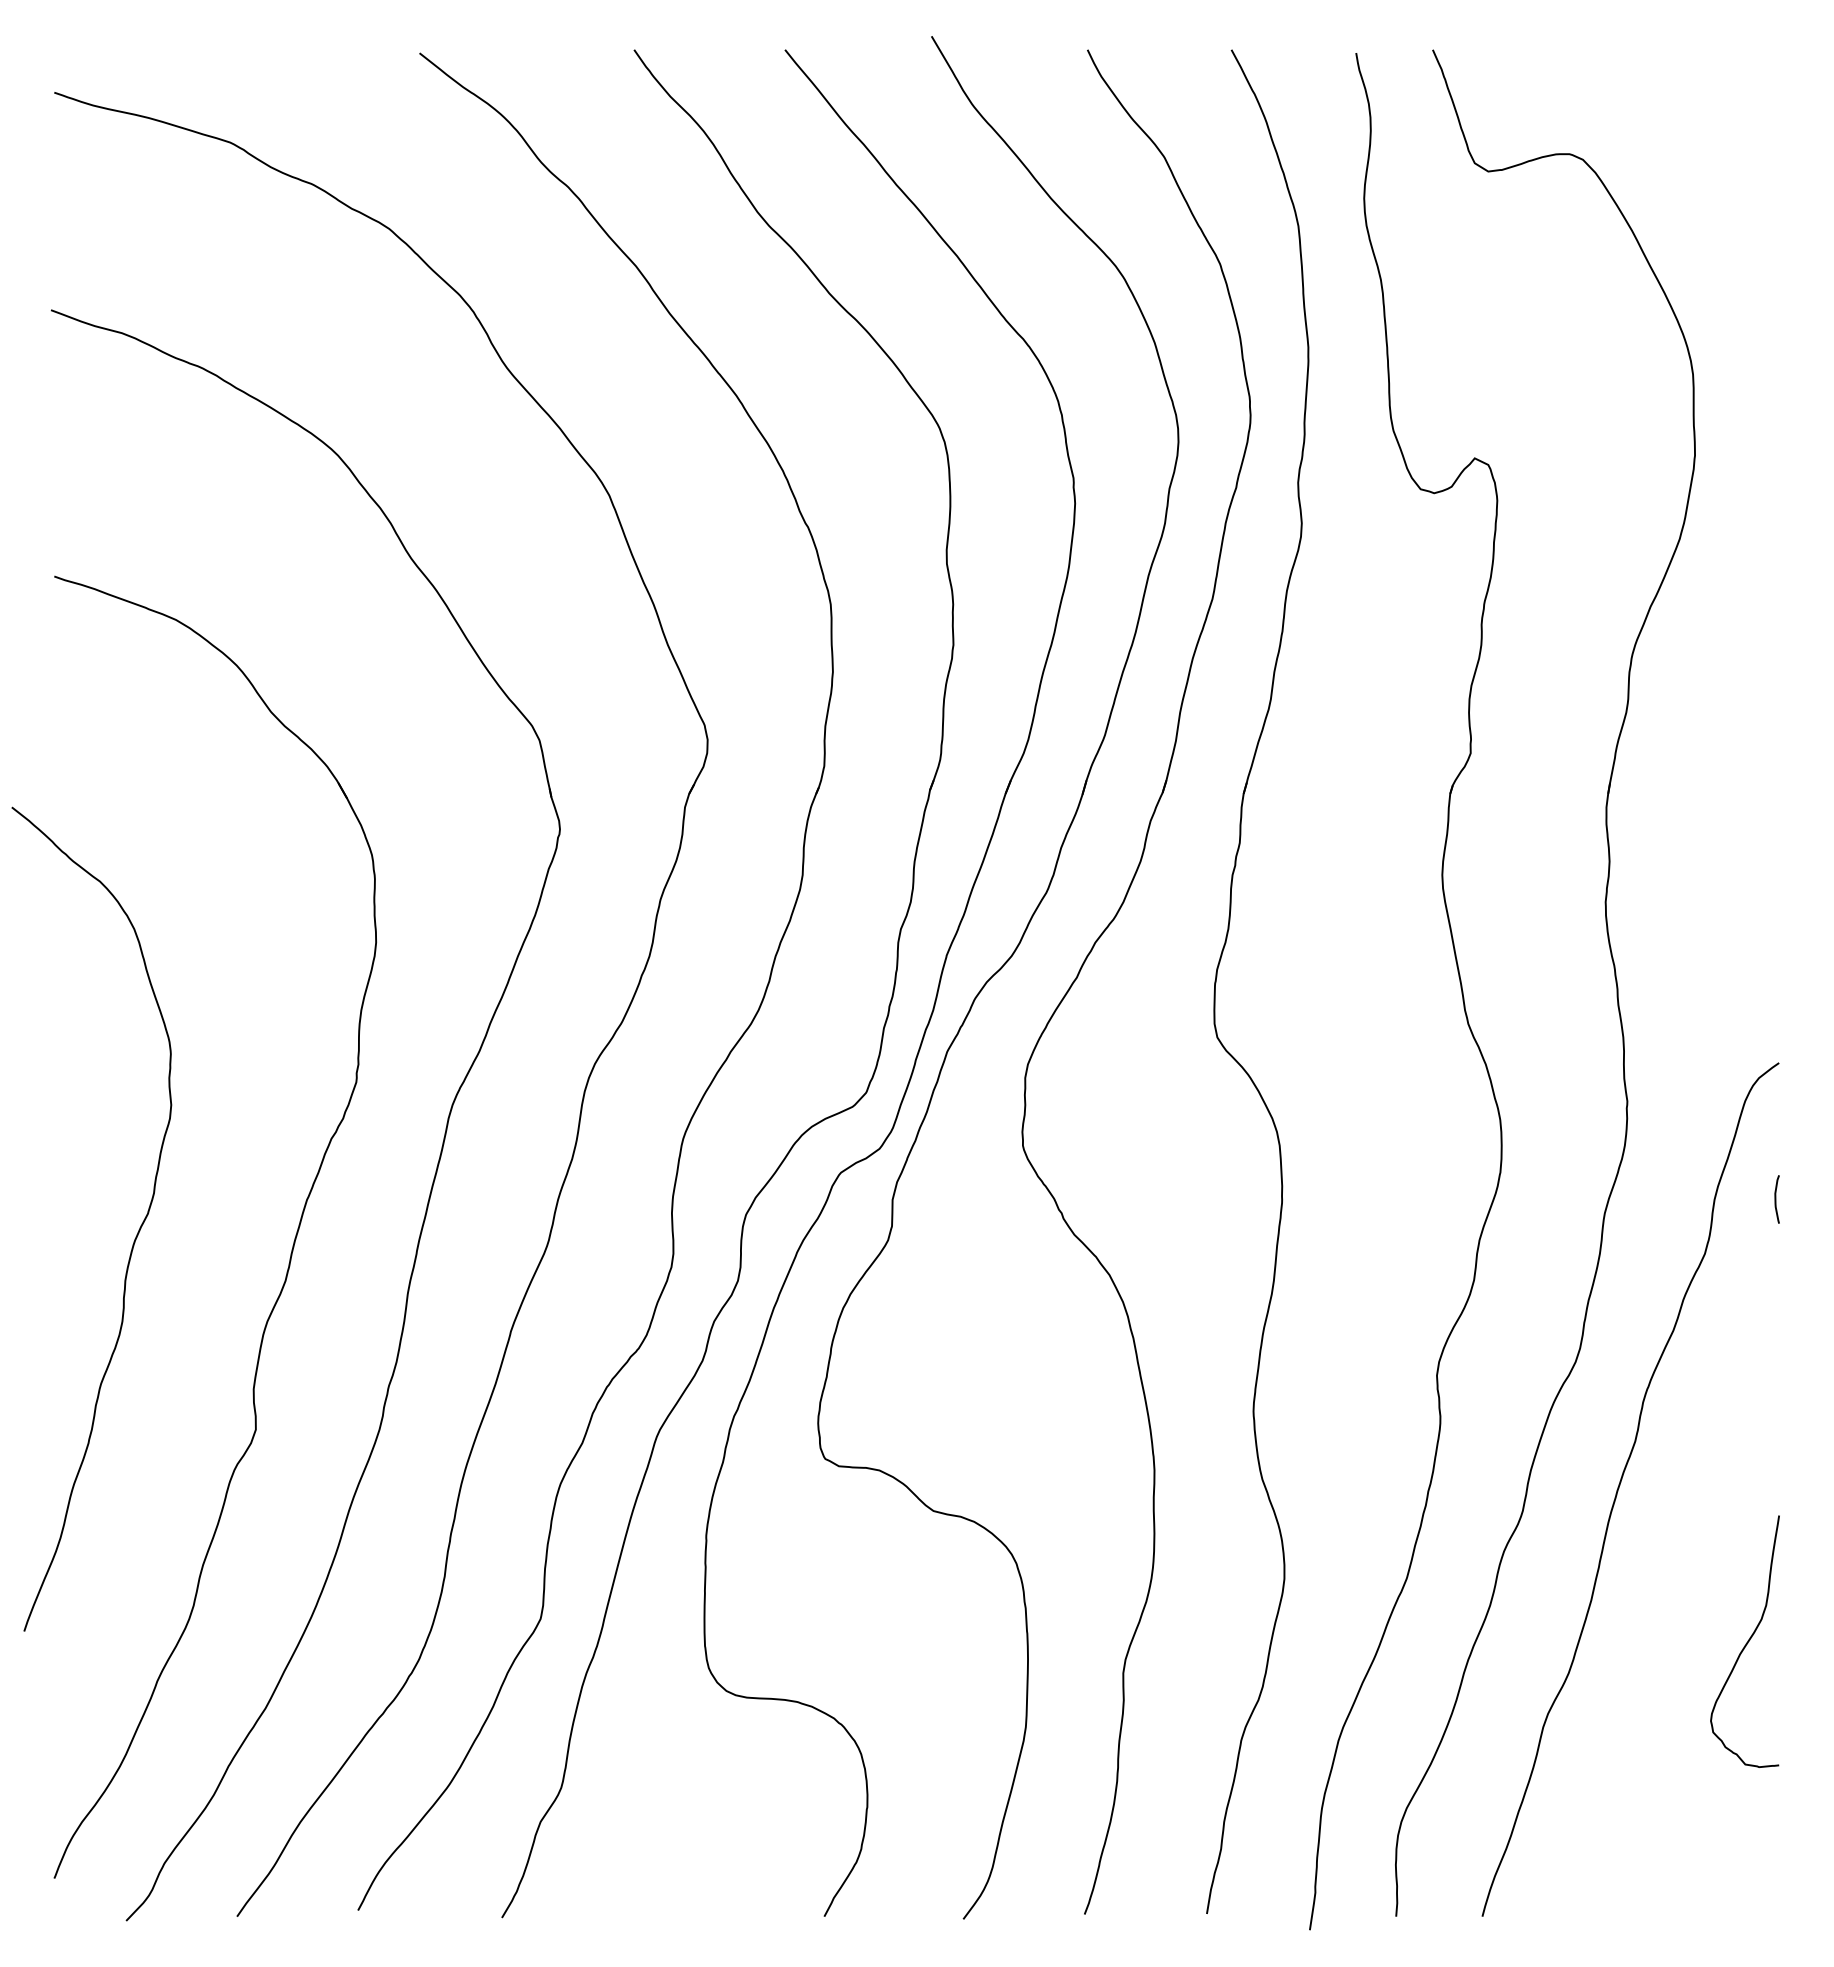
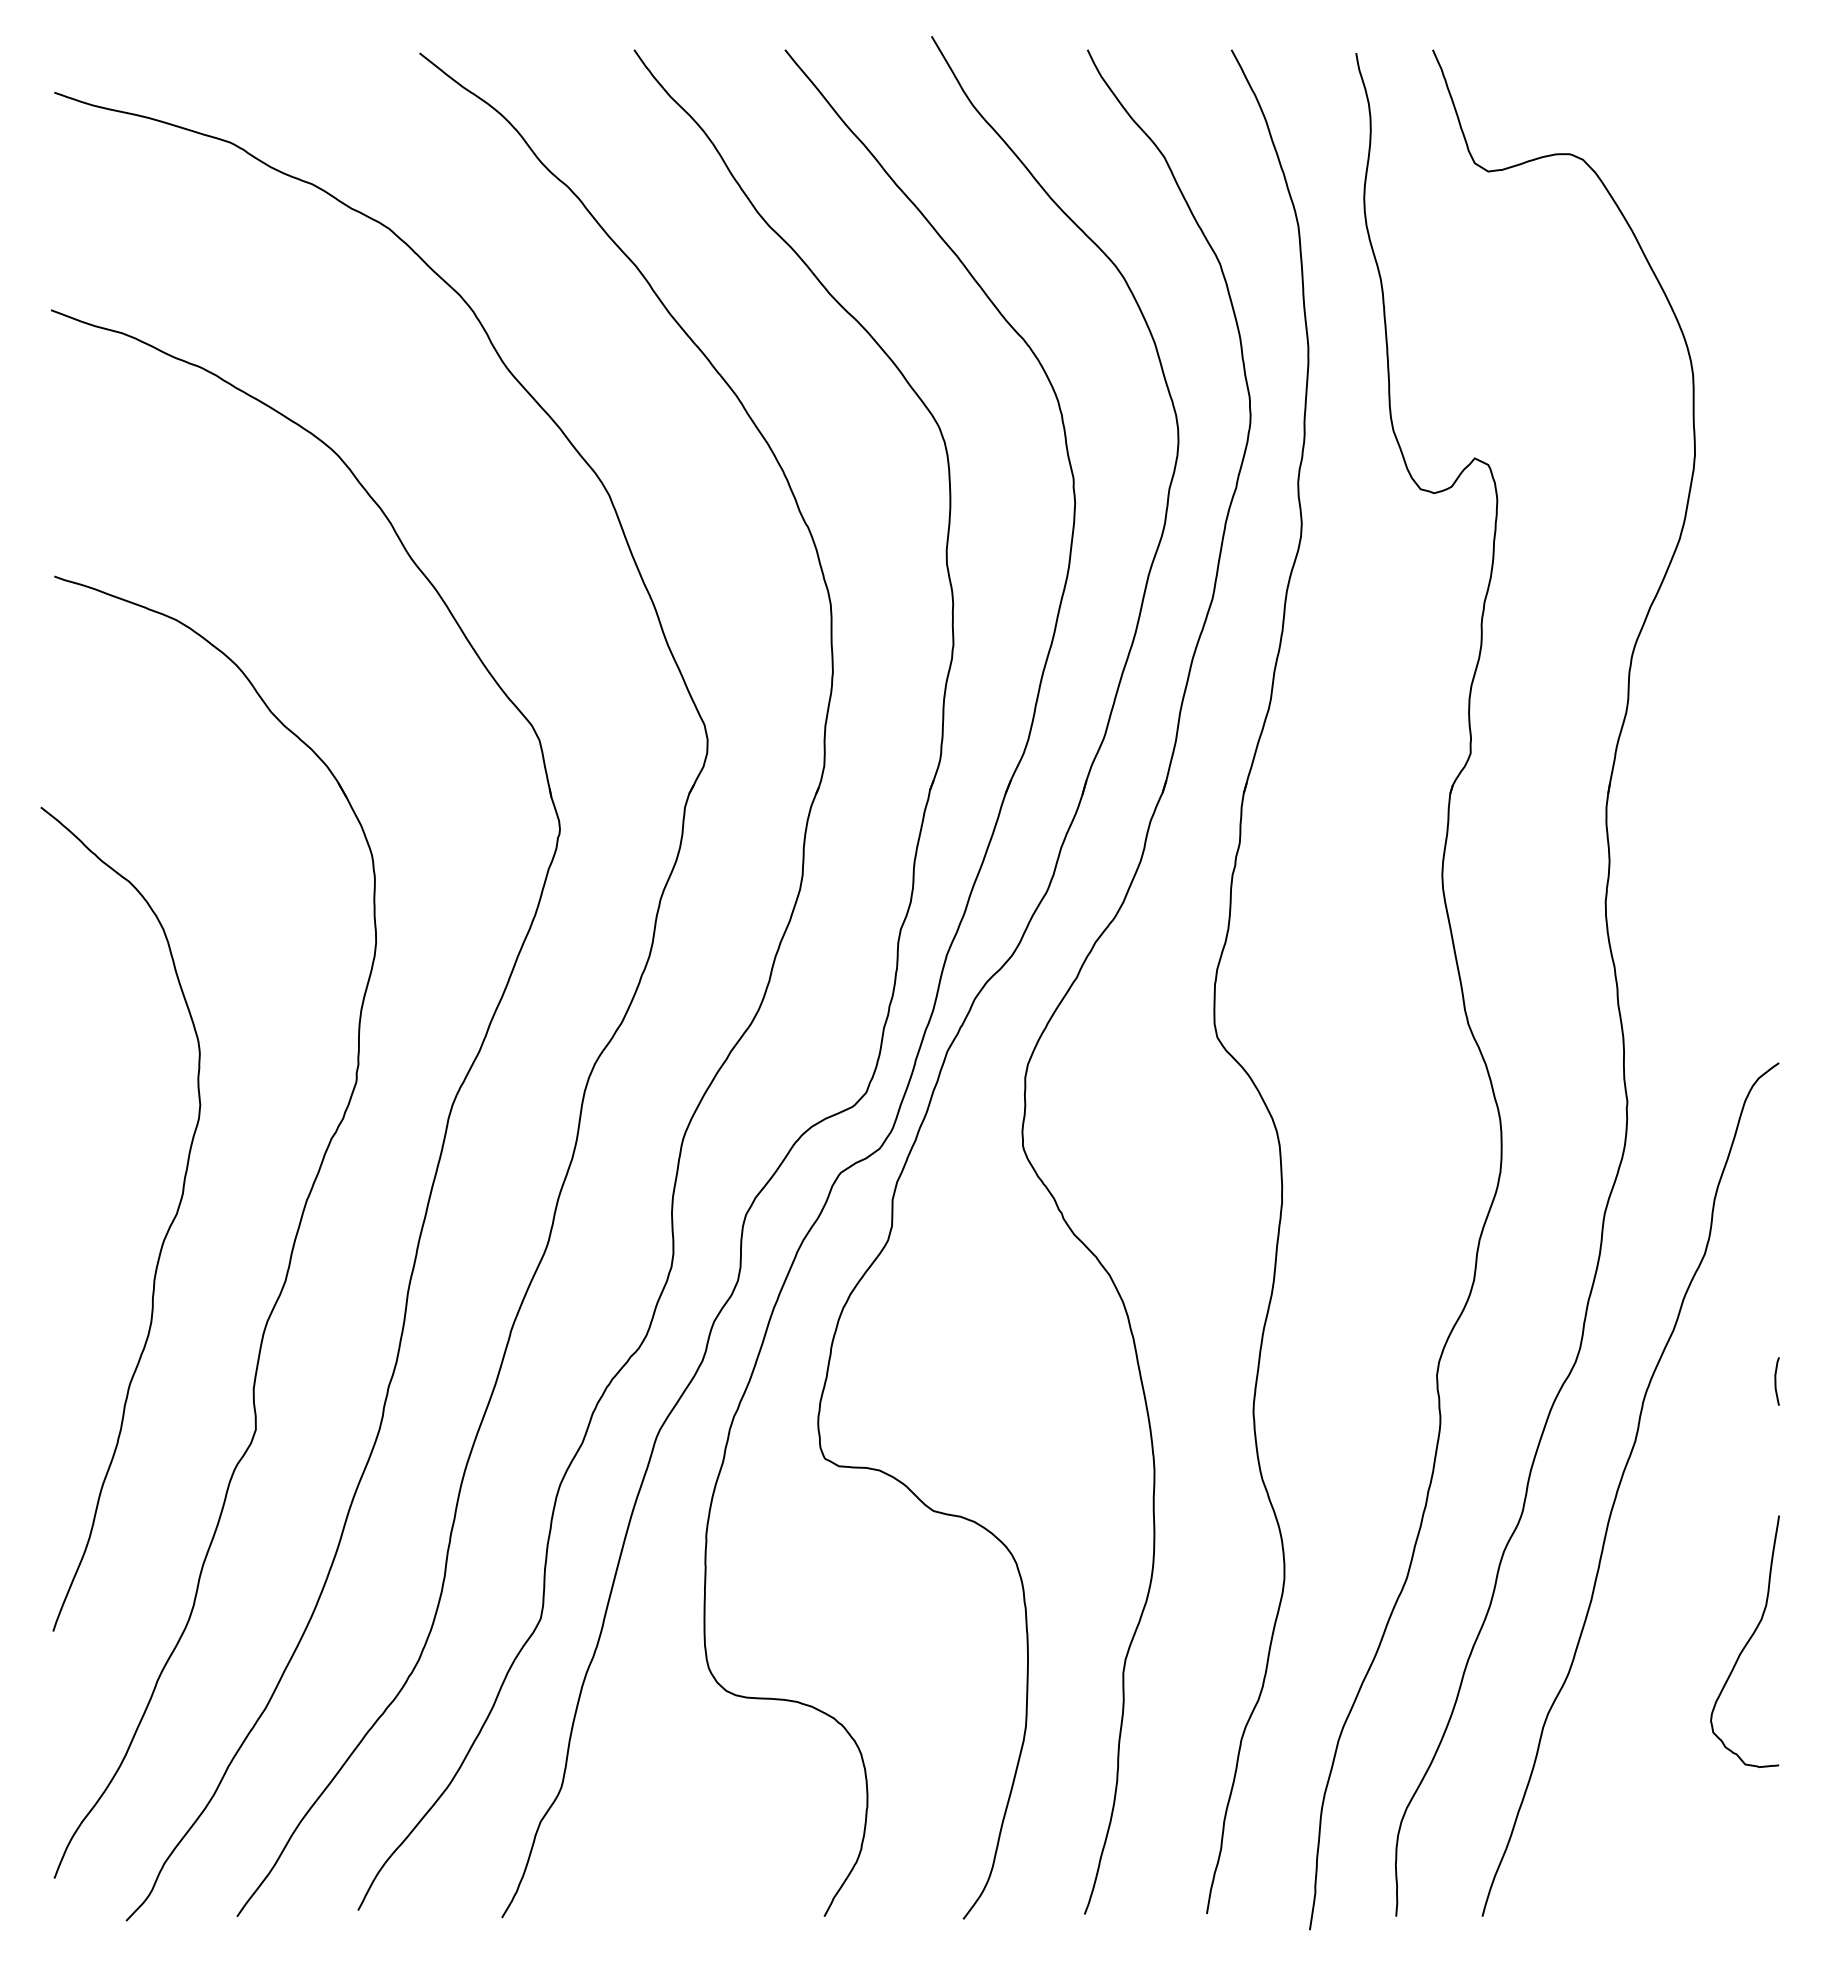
curve at (1776, 1199) position: (1776, 1199) -> (1776, 1381)
curve at (135, 1236) position: (135, 1236) -> (164, 1236)
